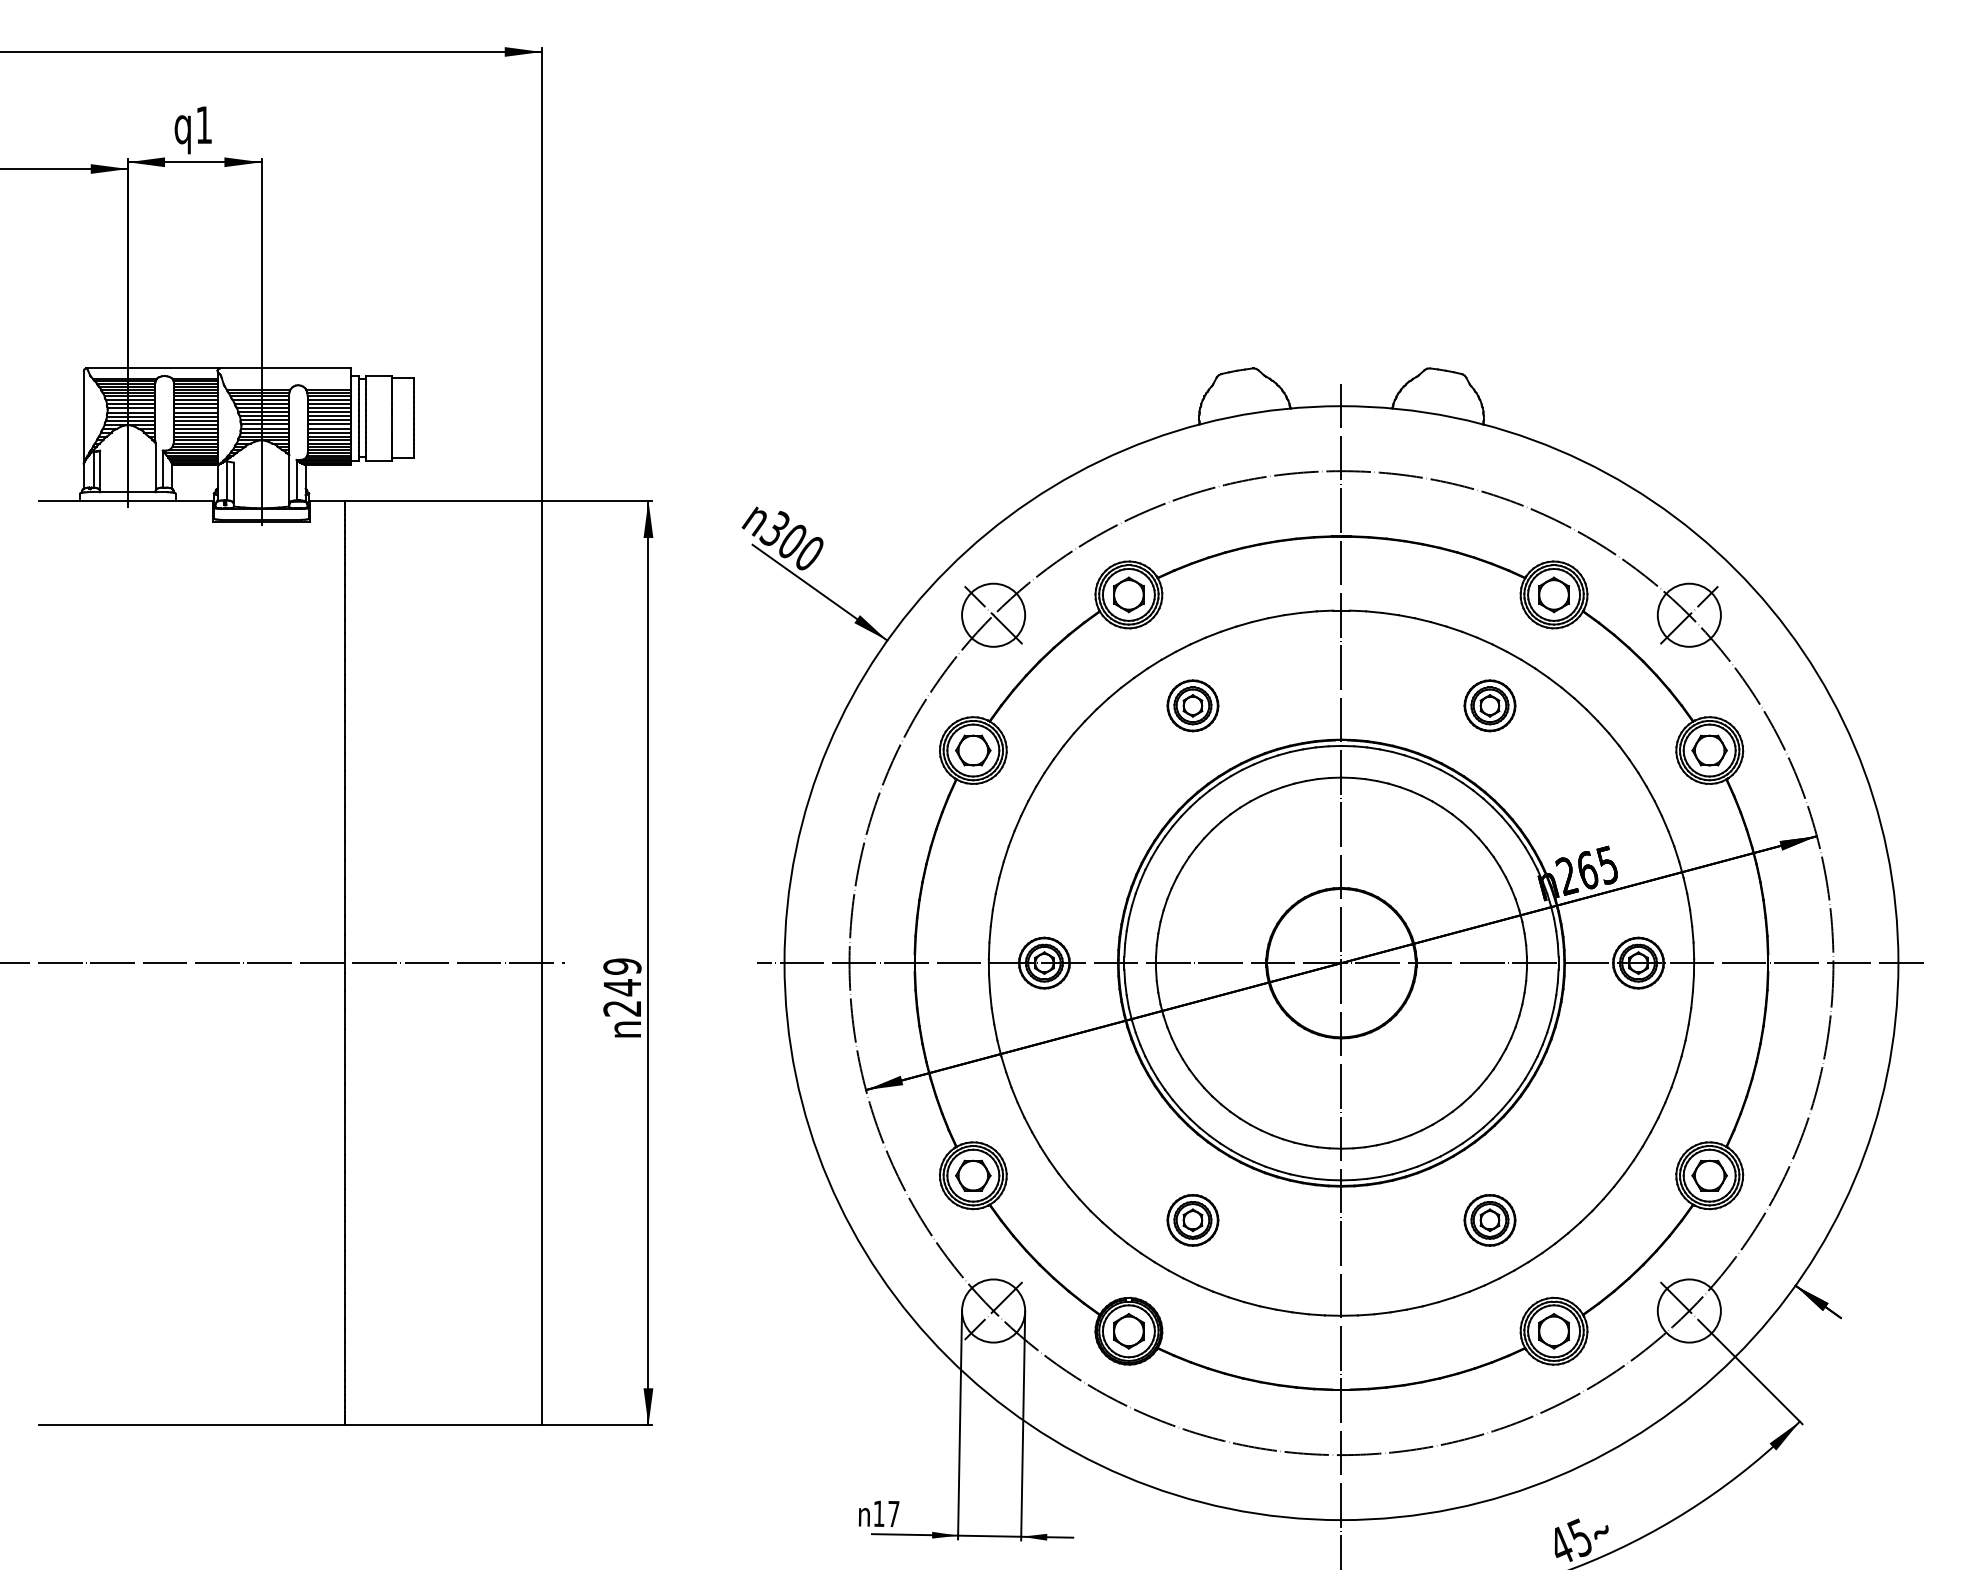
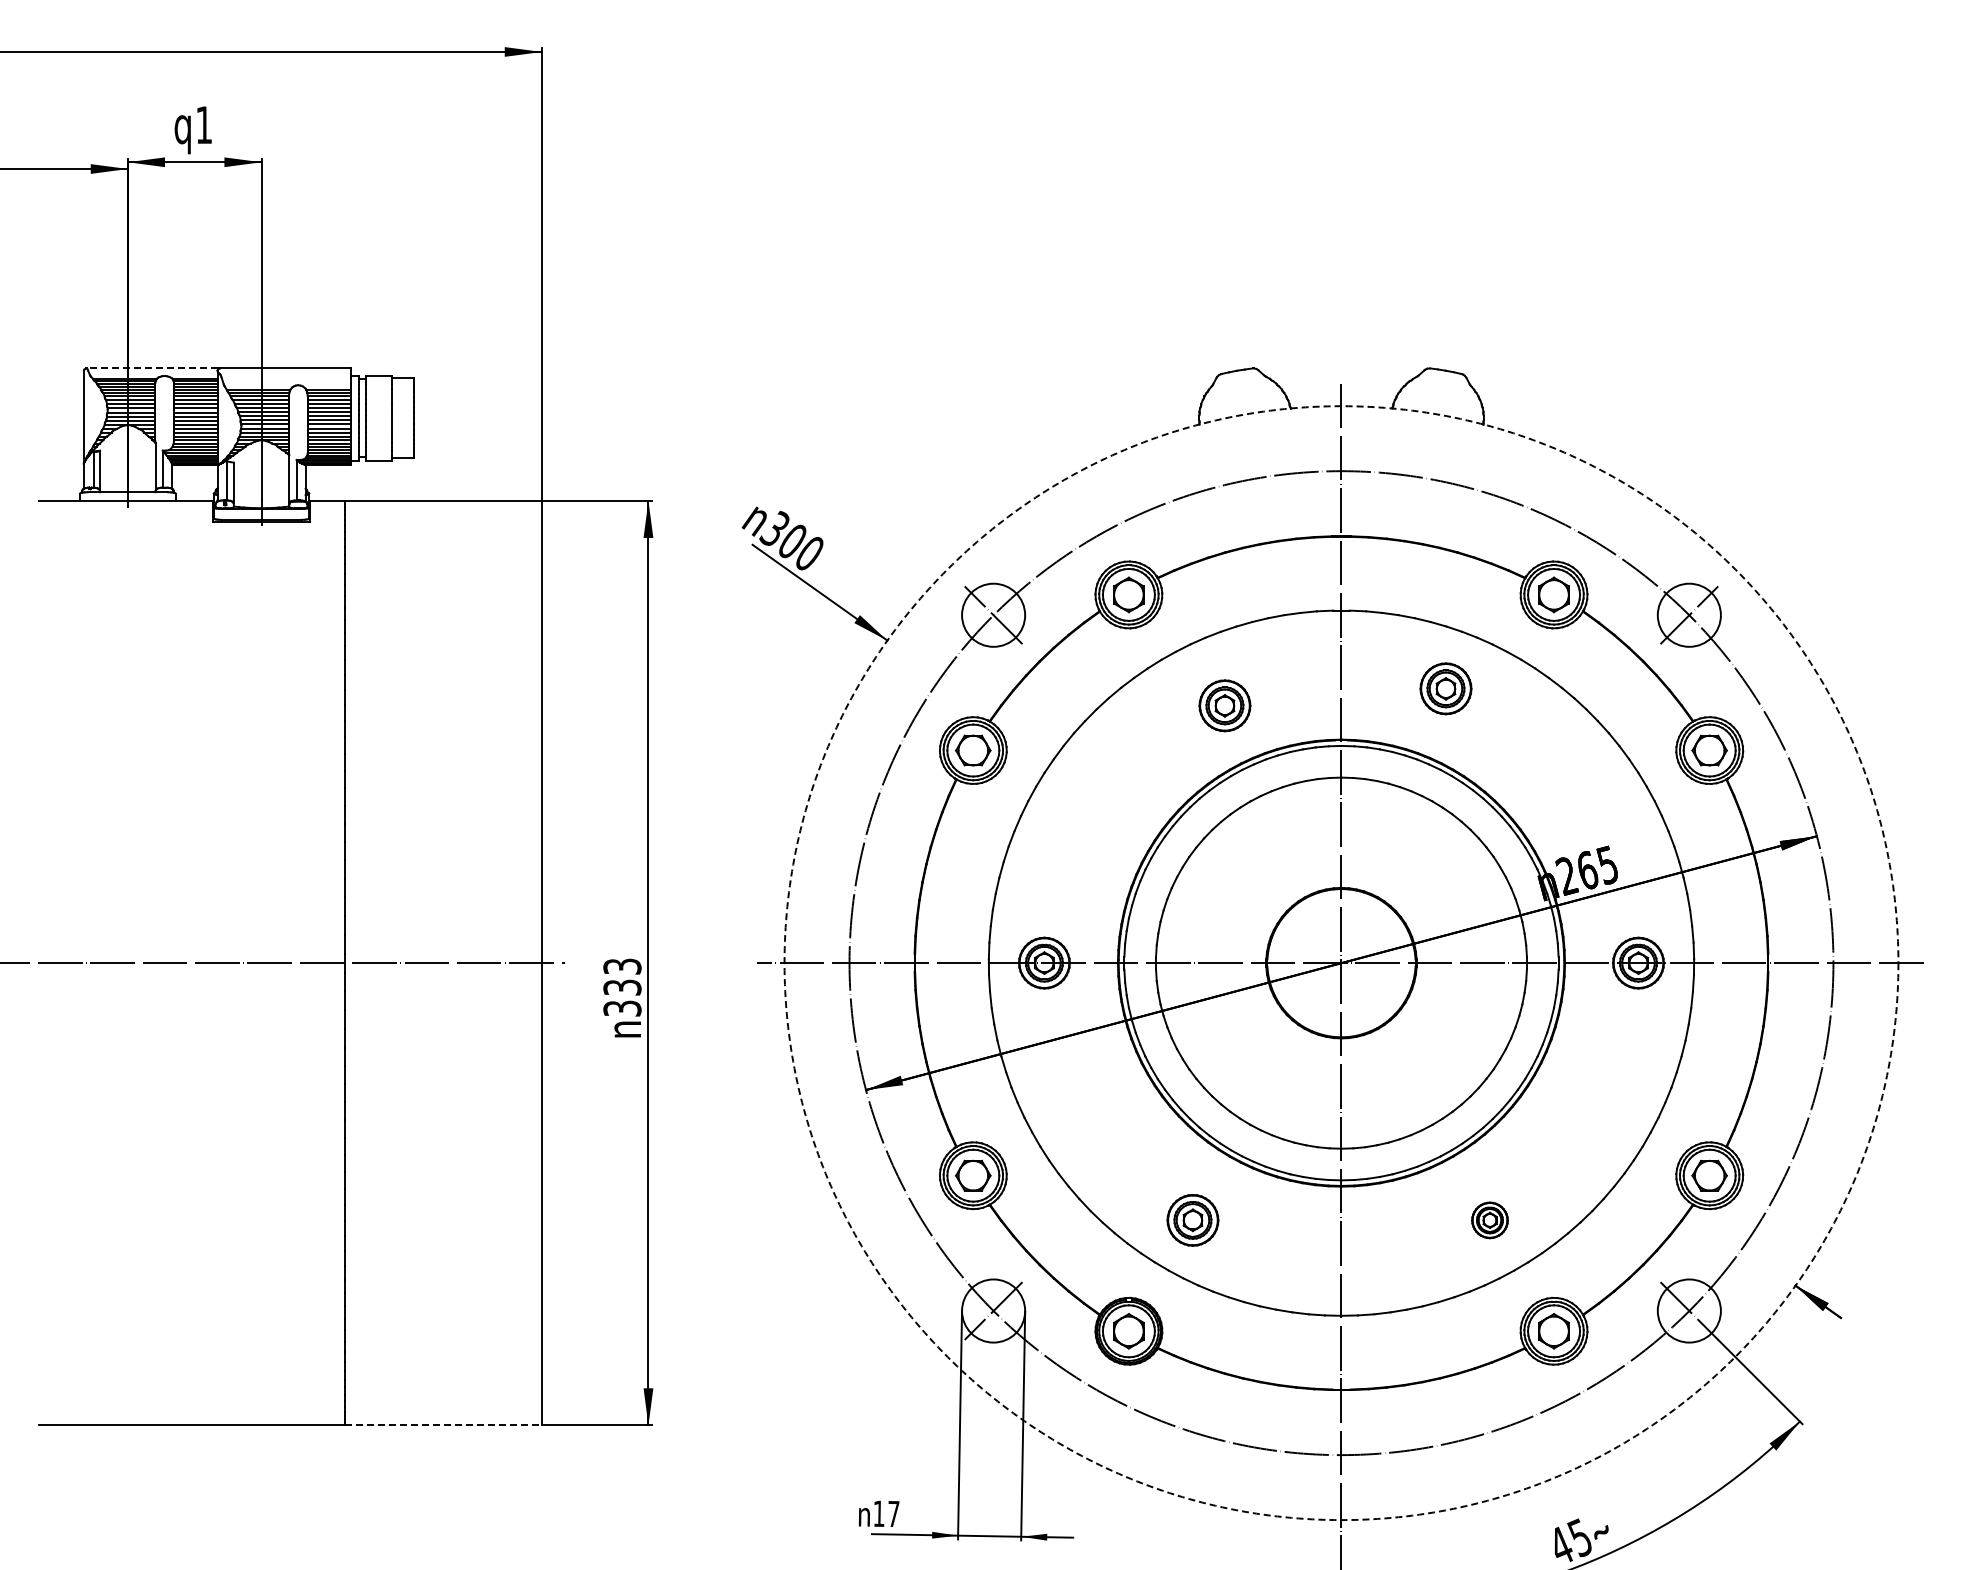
line at (151, 368): solid -> dashed
part at (1192, 705) position: (1192, 705) -> (1224, 705)
part at (1489, 705) position: (1489, 705) -> (1445, 688)
circle at (1341, 963): solid -> dashed
text at (622, 987): 249 -> 333
part at (1489, 1220) size: 54x53 px -> 38x39 px
line at (444, 1425): solid -> dashed
